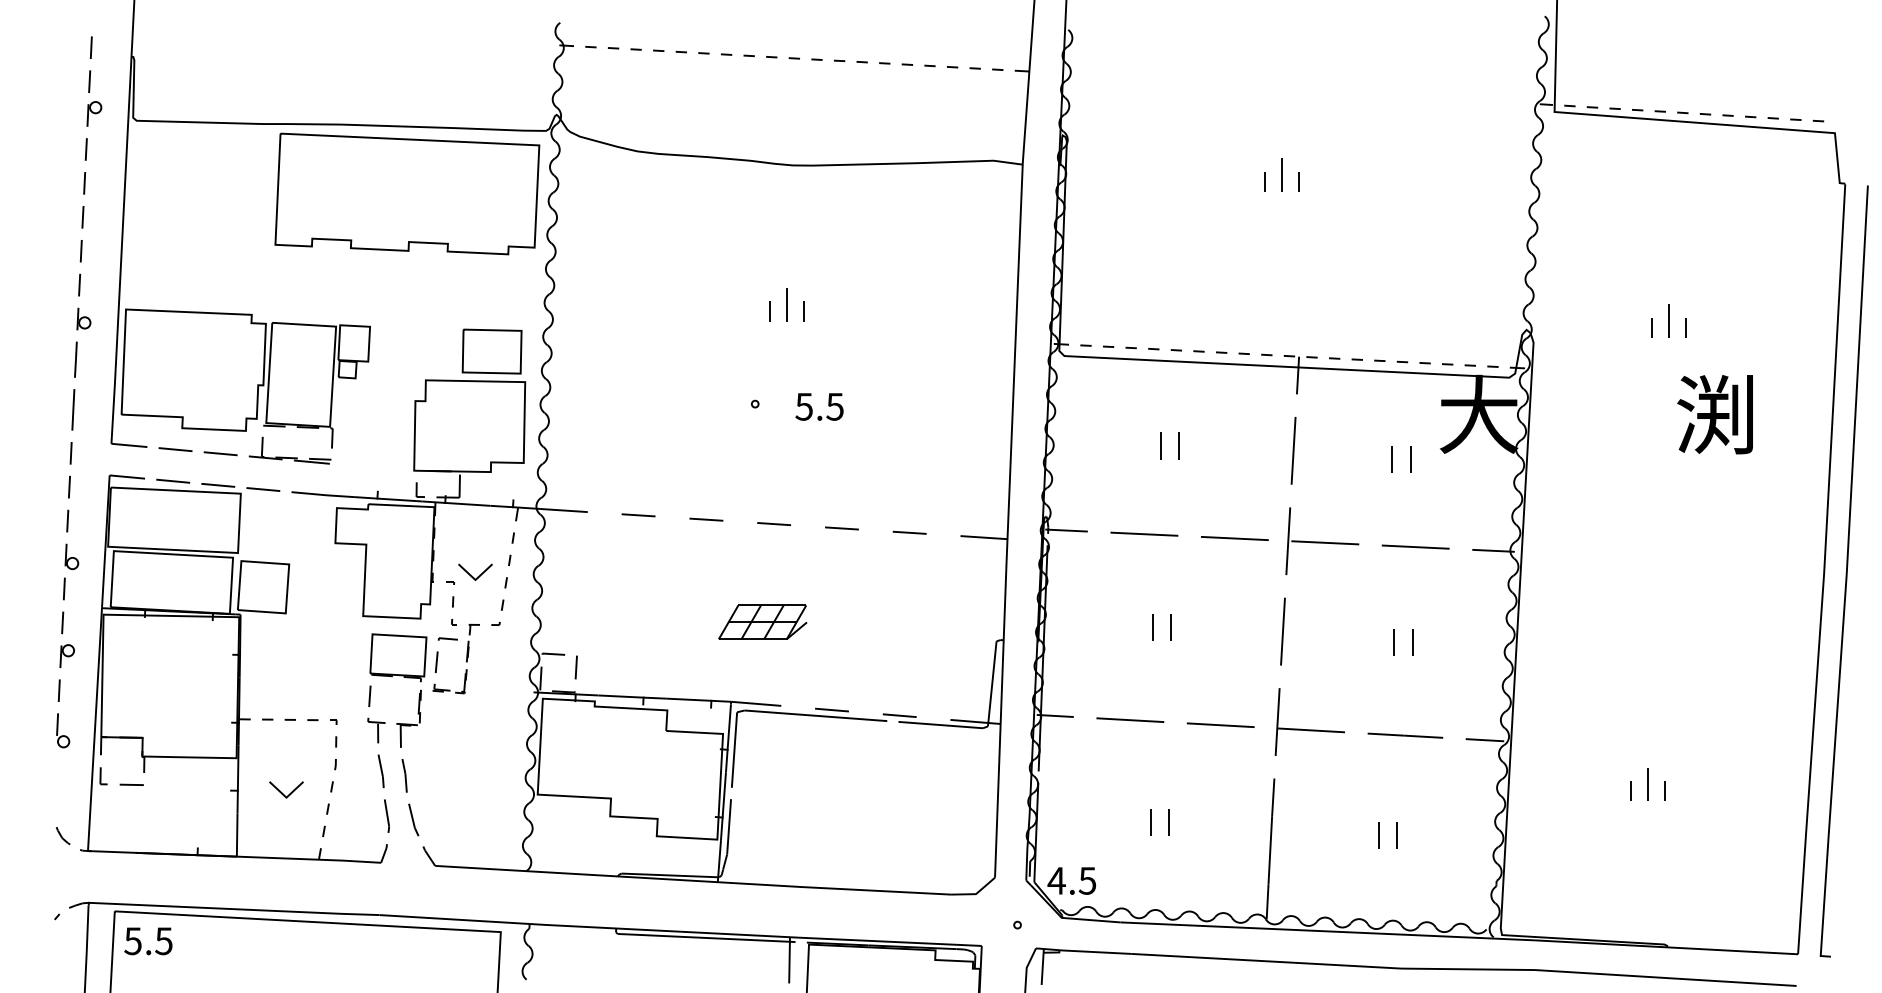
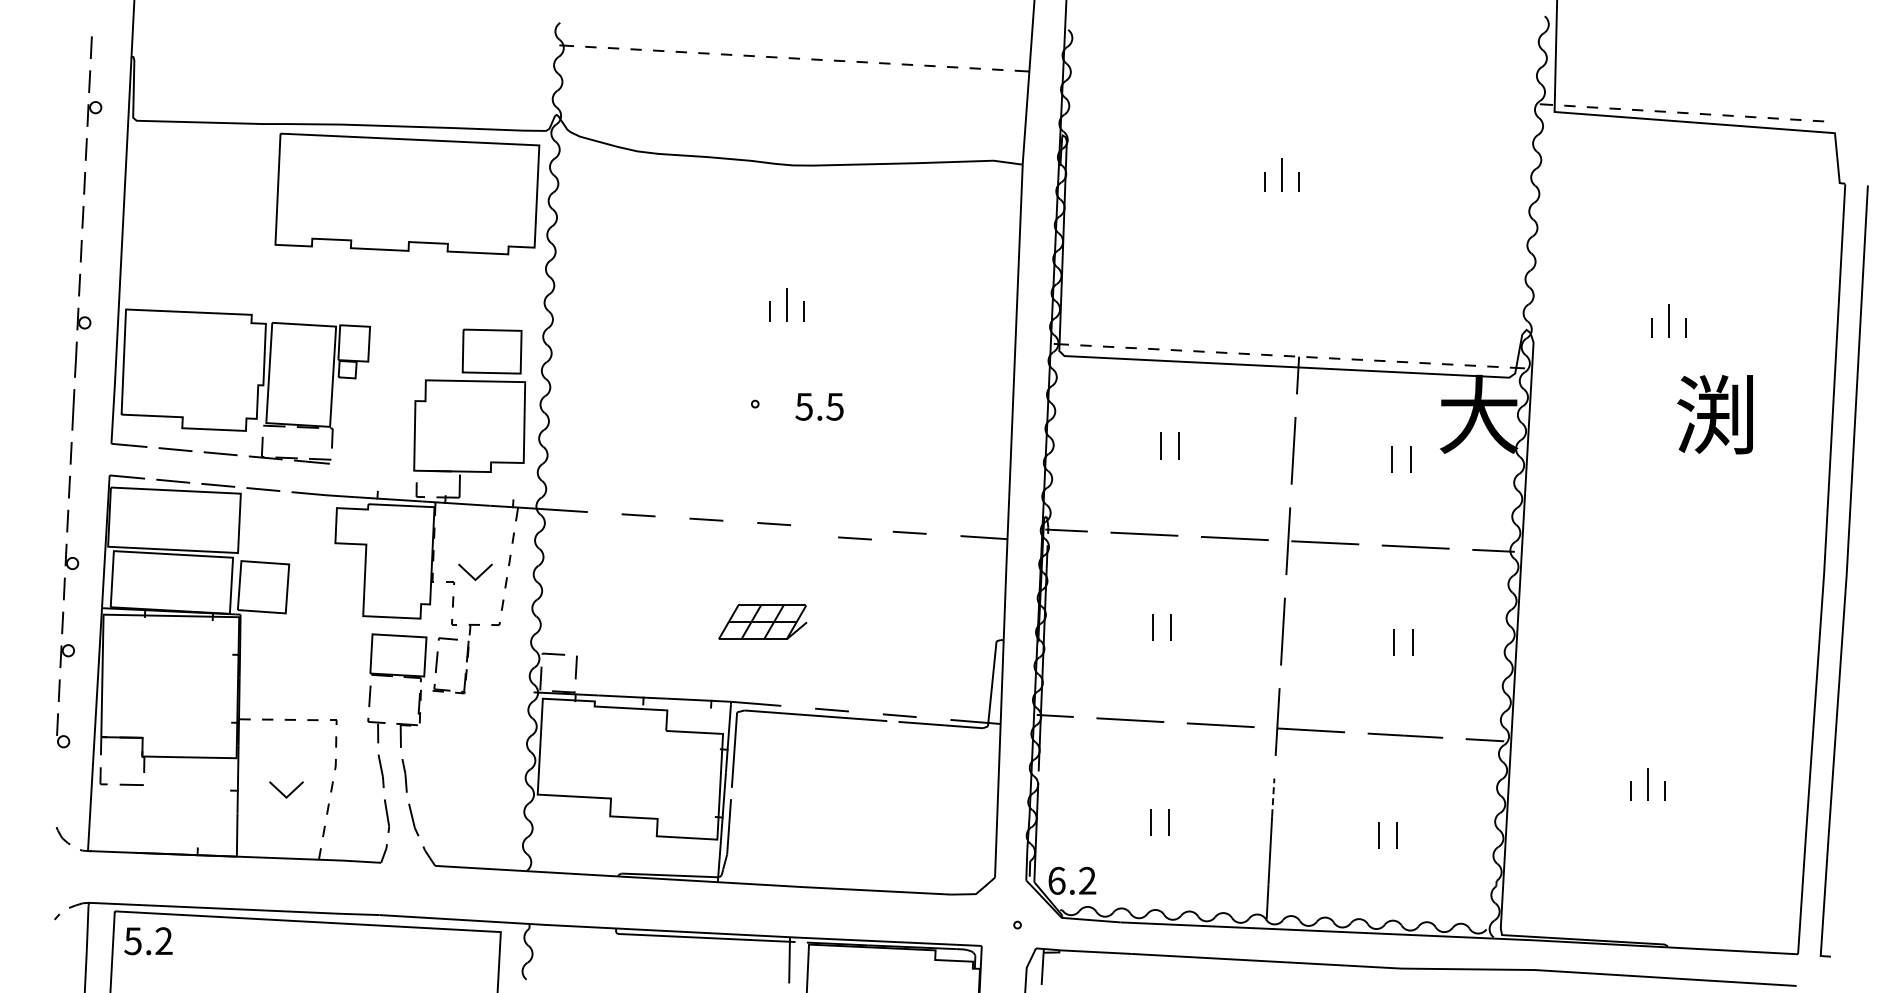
line at (841, 528) position: (841, 528) -> (854, 538)
line at (1273, 797): solid -> dashed
text at (1071, 880): 4.5 -> 6.2
text at (163, 941): 5.5 -> 5.2
